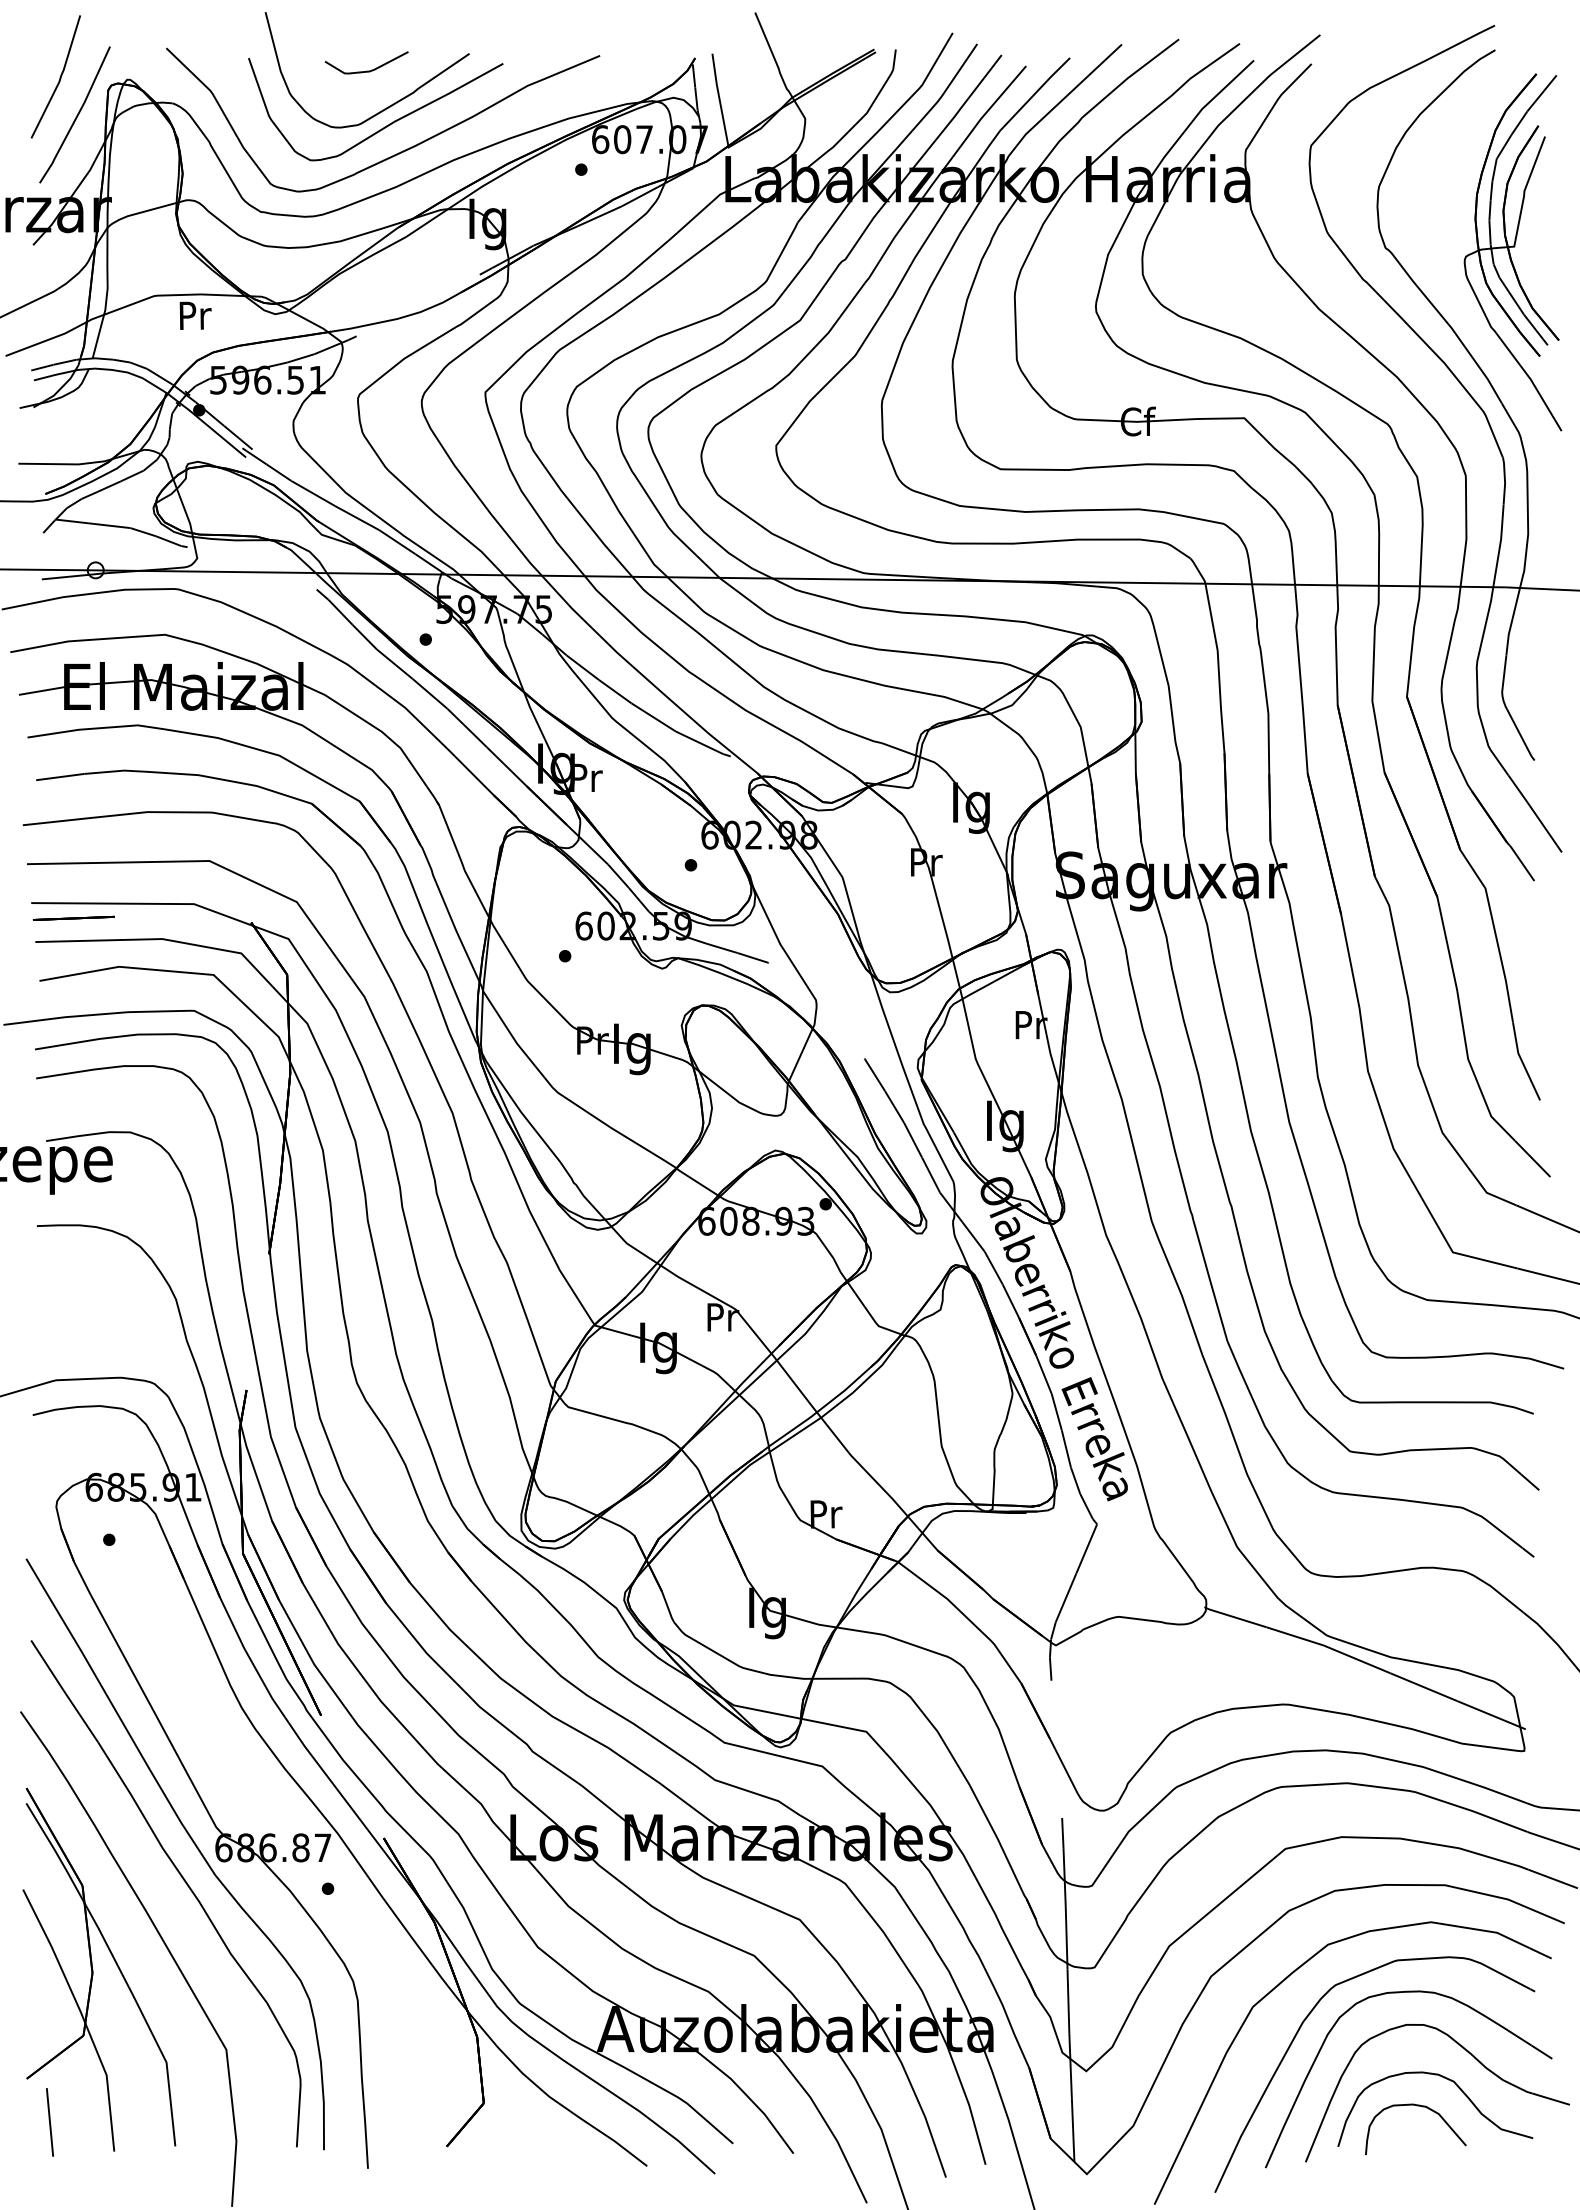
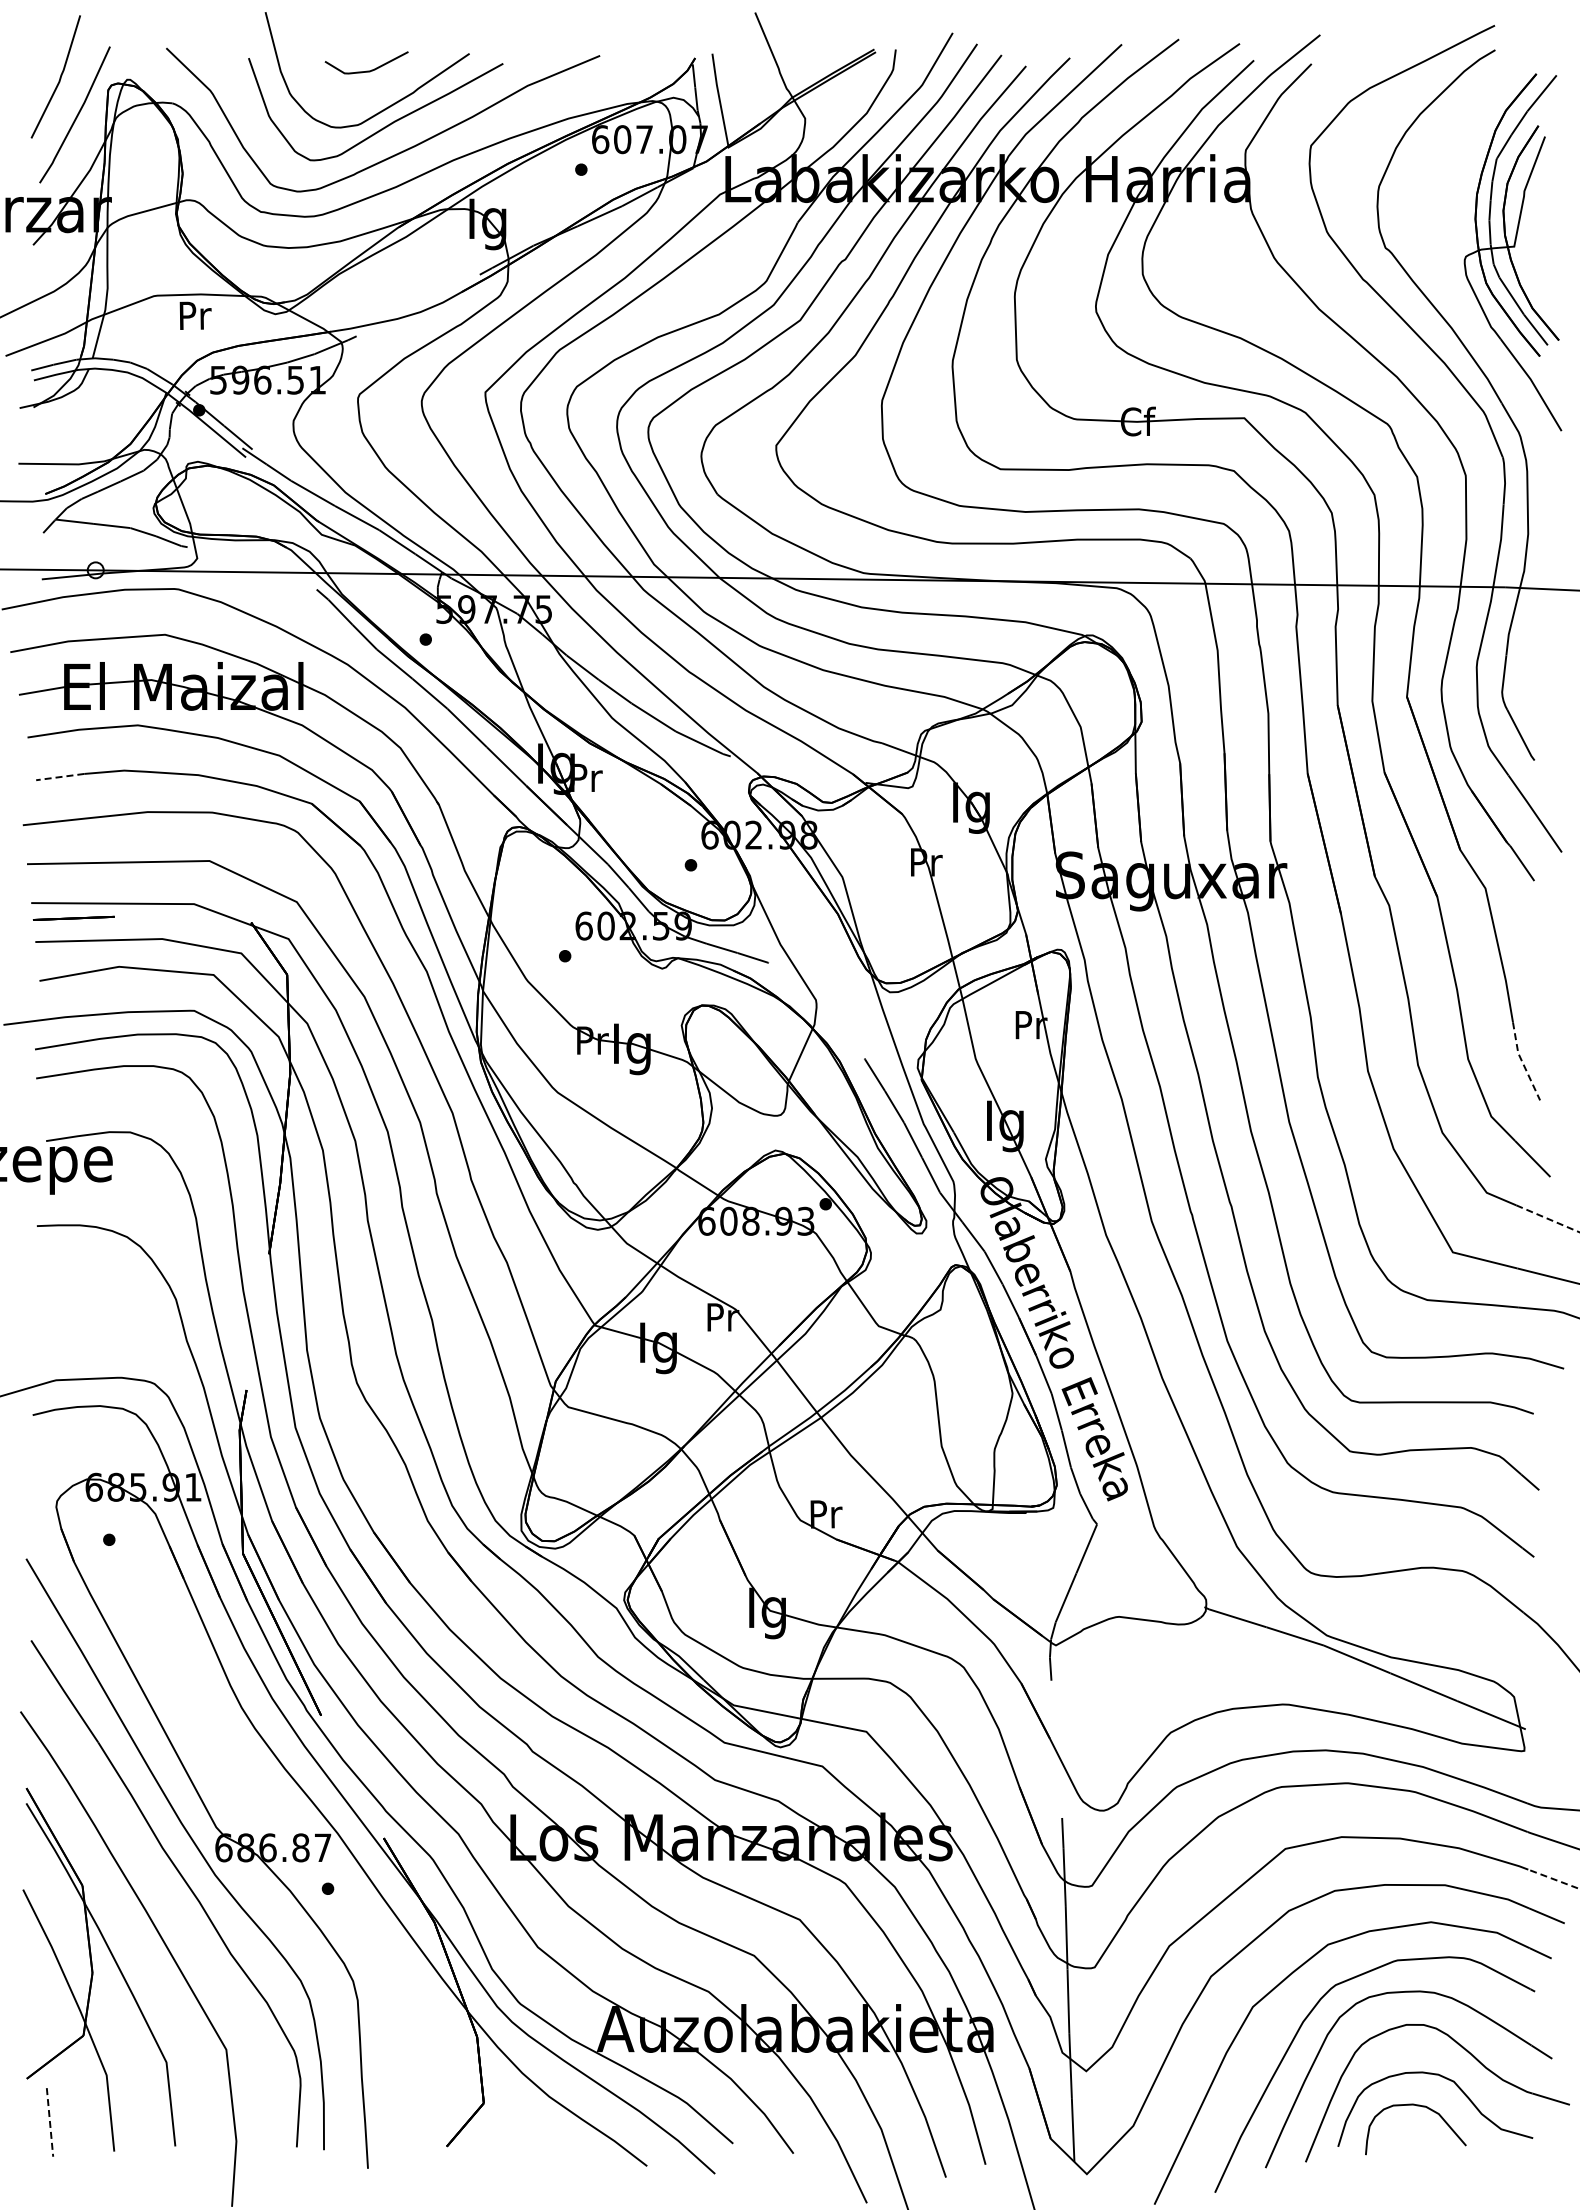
line at (59, 777): solid -> dashed
line at (1522, 1062): solid -> dashed
line at (1548, 1219): solid -> dashed
line at (1553, 1879): solid -> dashed
line at (50, 2122): solid -> dashed
